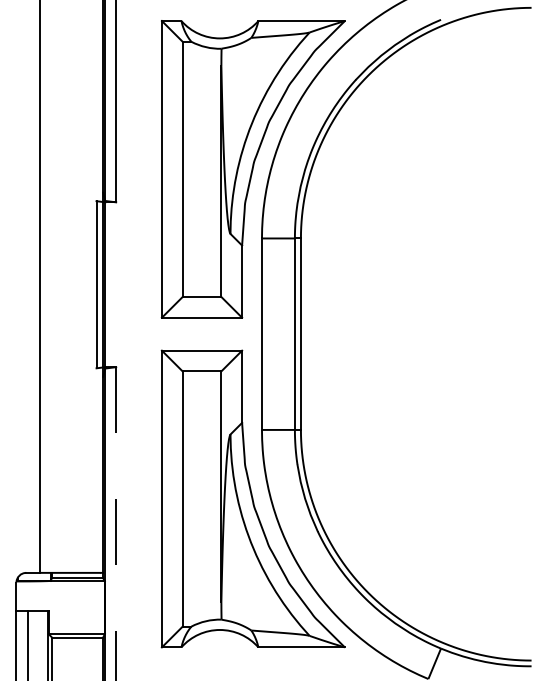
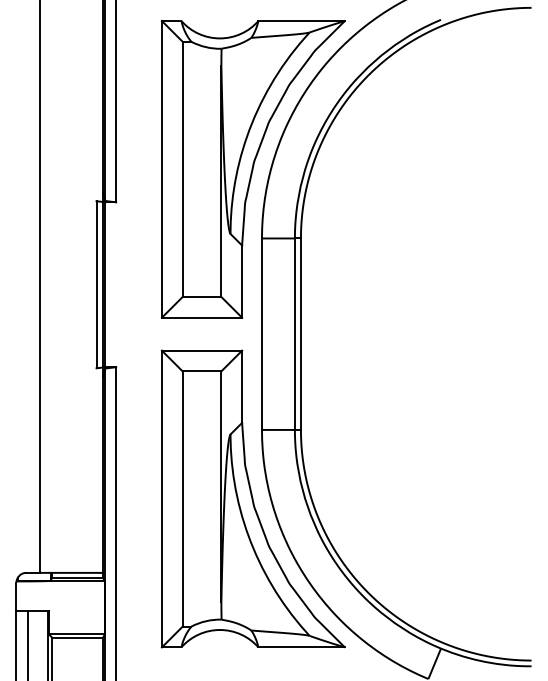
line at (116, 524): dashed -> solid
